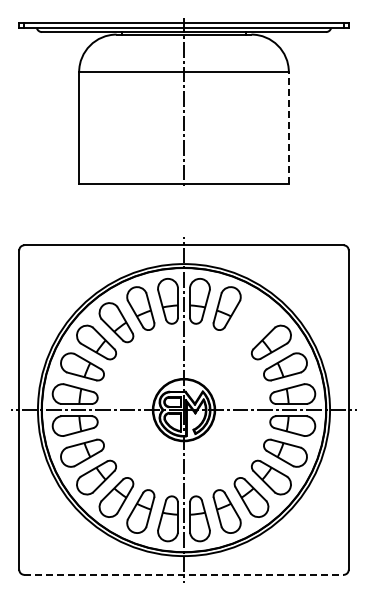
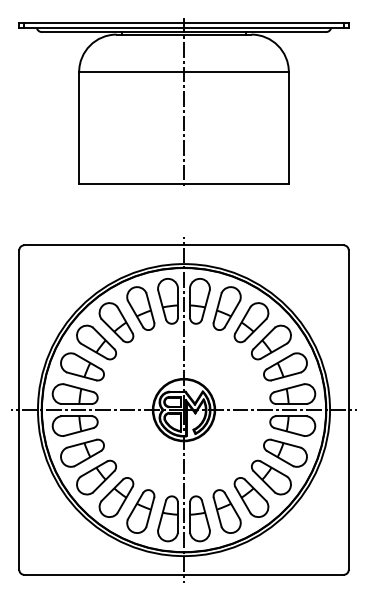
line at (288, 127): dashed -> solid
part at (251, 322): none -> present
line at (184, 574): dashed -> solid
